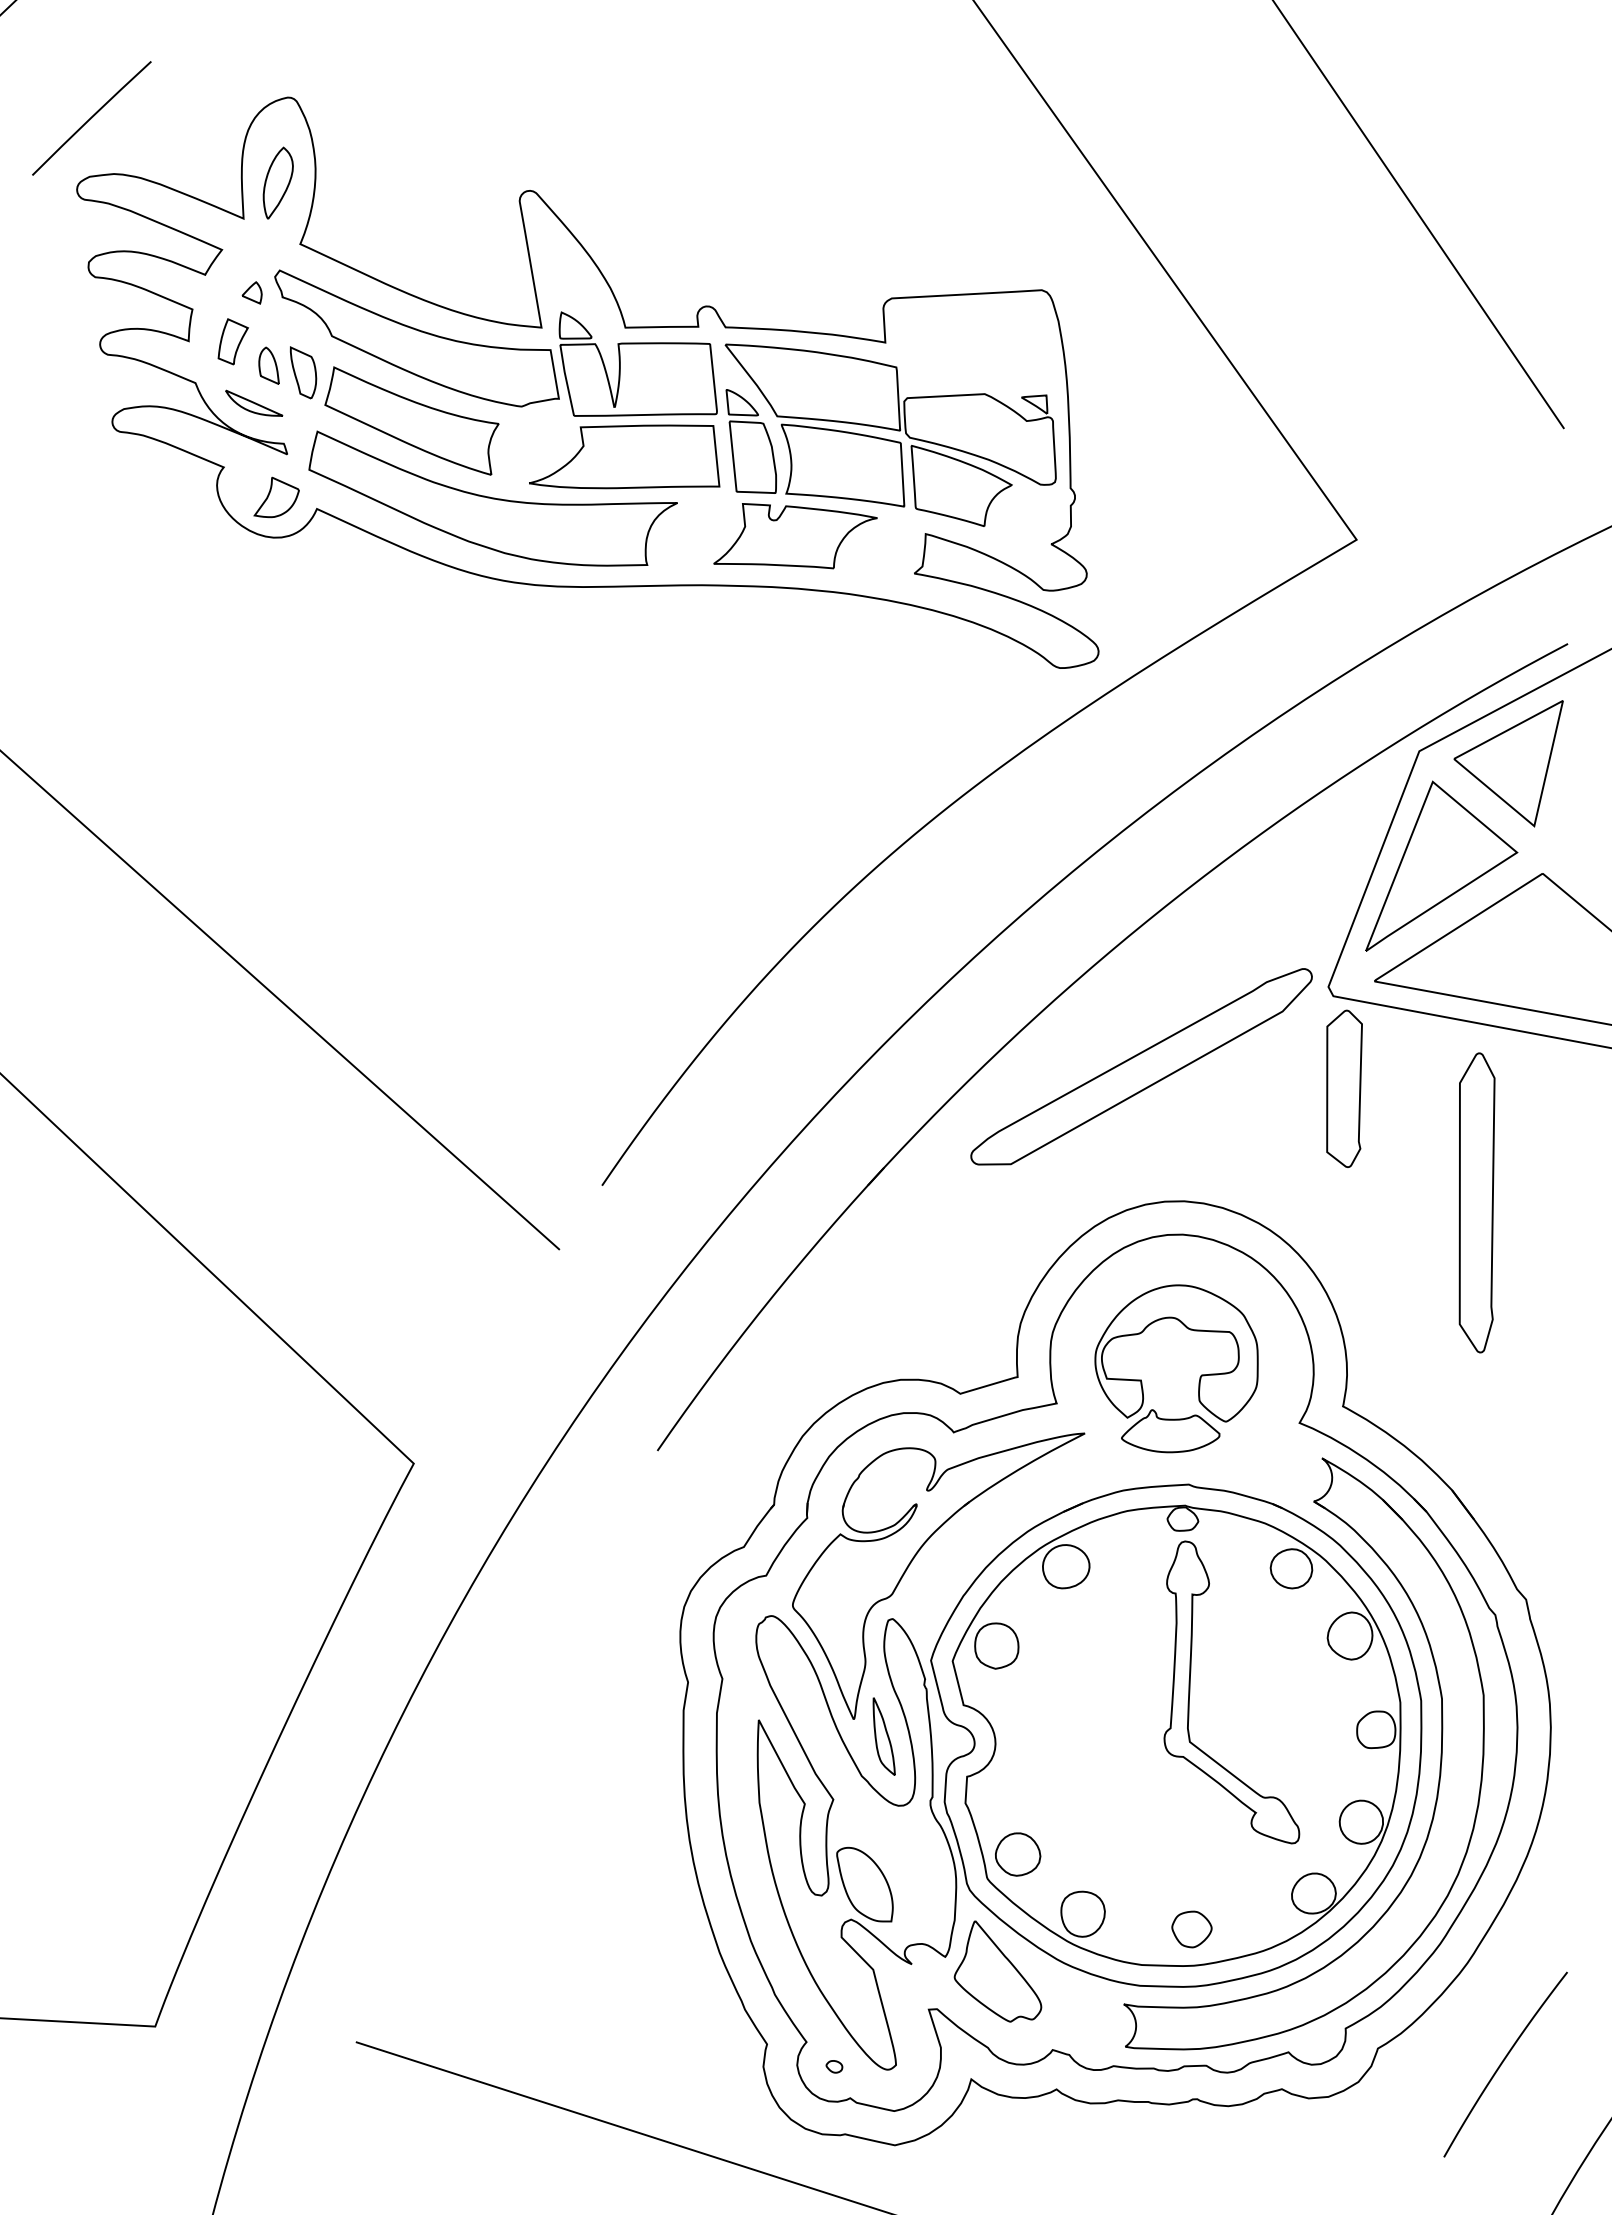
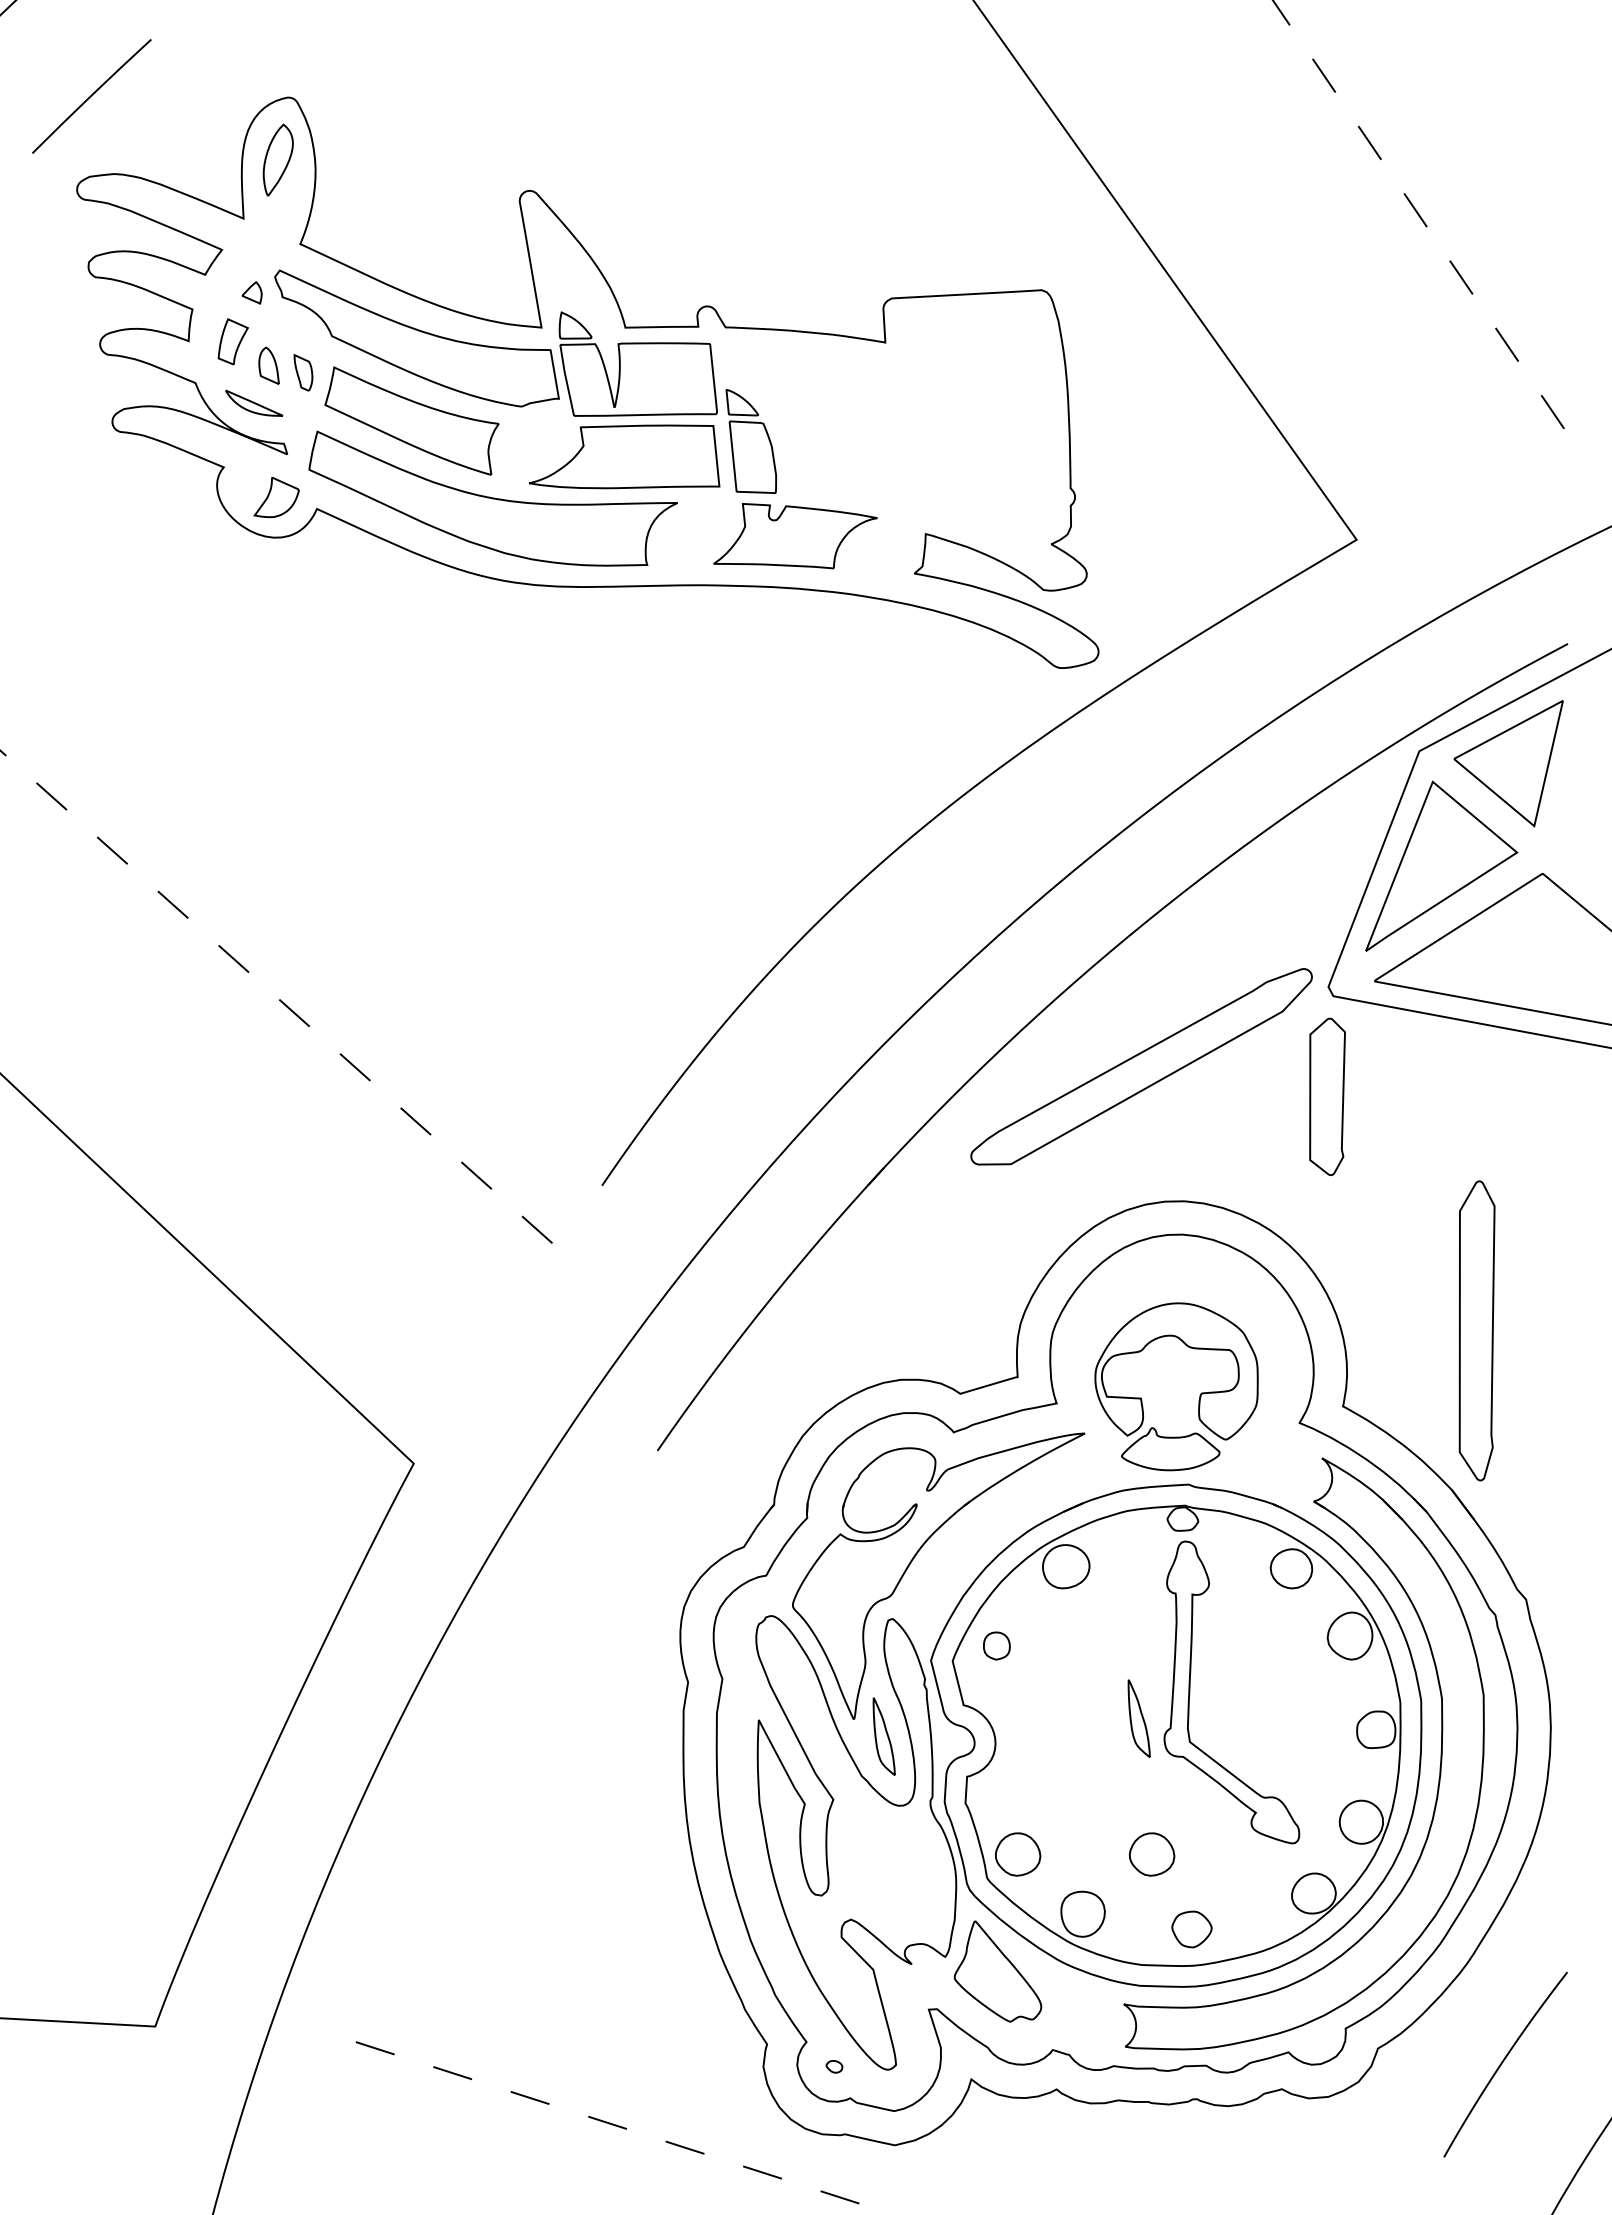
line at (91, 118) position: (91, 118) -> (91, 96)
part at (277, 182) position: (277, 182) -> (277, 159)
line at (1418, 214): solid -> dashed
part at (303, 372) size: 29x54 px -> 21x38 px
part at (890, 434): present -> none
line at (280, 1000): solid -> dashed
part at (1344, 1088) position: (1344, 1088) -> (1327, 1096)
part at (1476, 1202) position: (1476, 1202) -> (1476, 1330)
part at (1199, 1377) position: (1199, 1377) -> (1199, 1395)
part at (996, 1645) size: 46x48 px -> 28x30 px
part at (1138, 1718): none -> present
part at (1152, 1854): none -> present
part at (864, 1884): present -> none
line at (625, 2128): solid -> dashed
